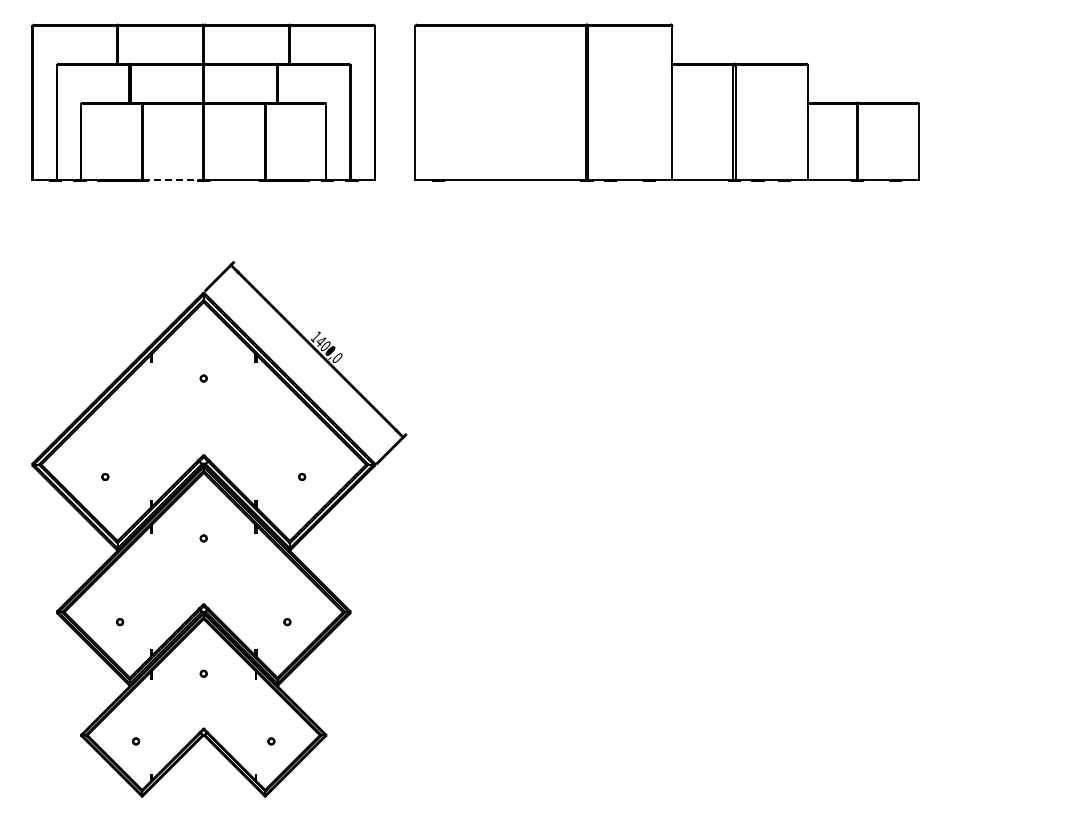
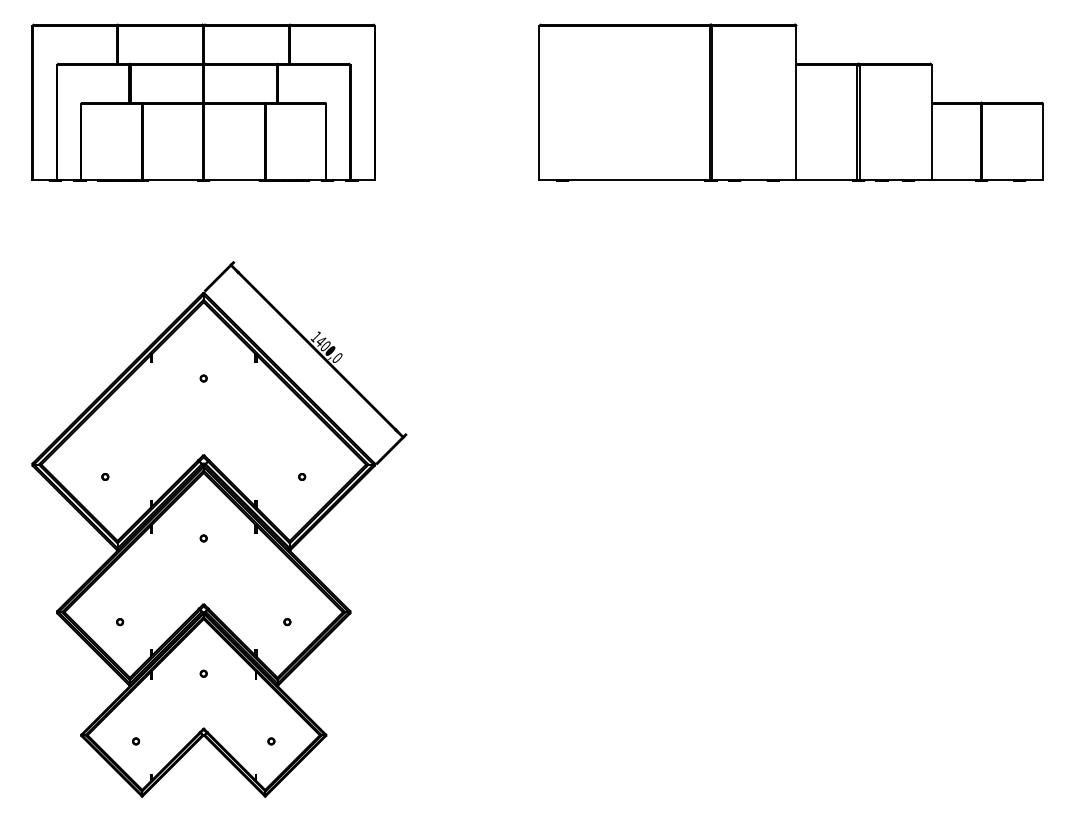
part at (666, 102) position: (666, 102) -> (790, 102)
line at (173, 180): dashed -> solid
